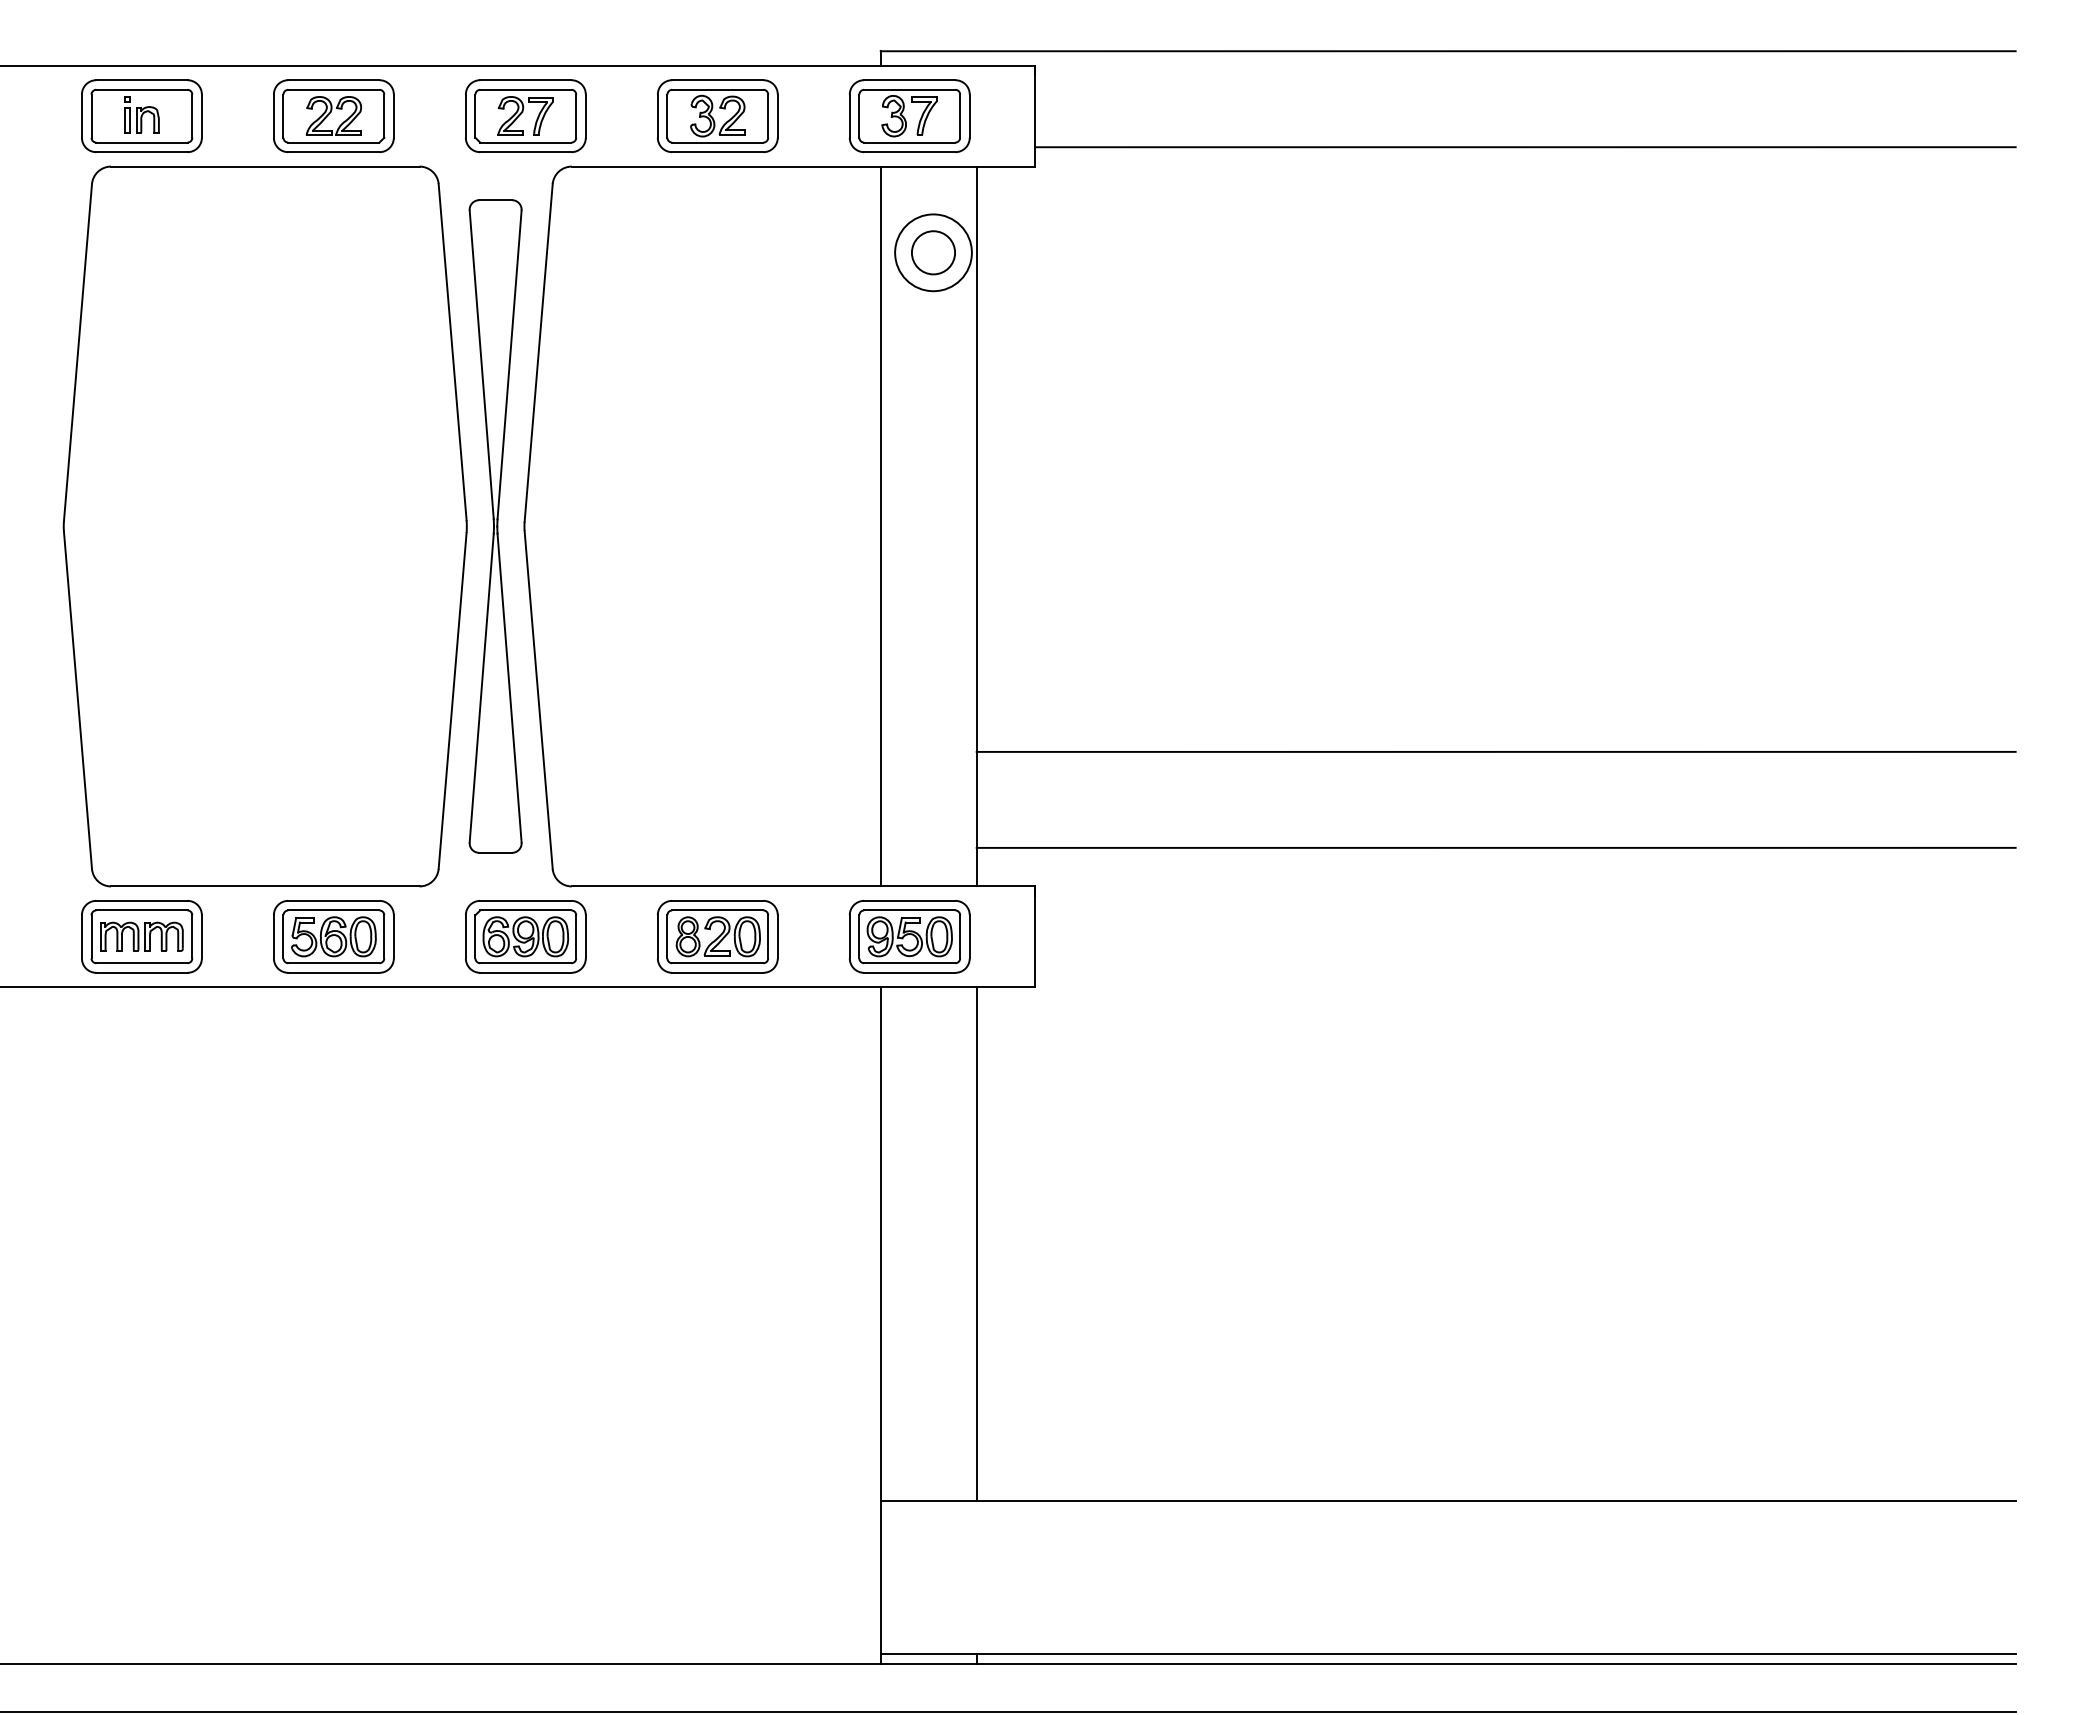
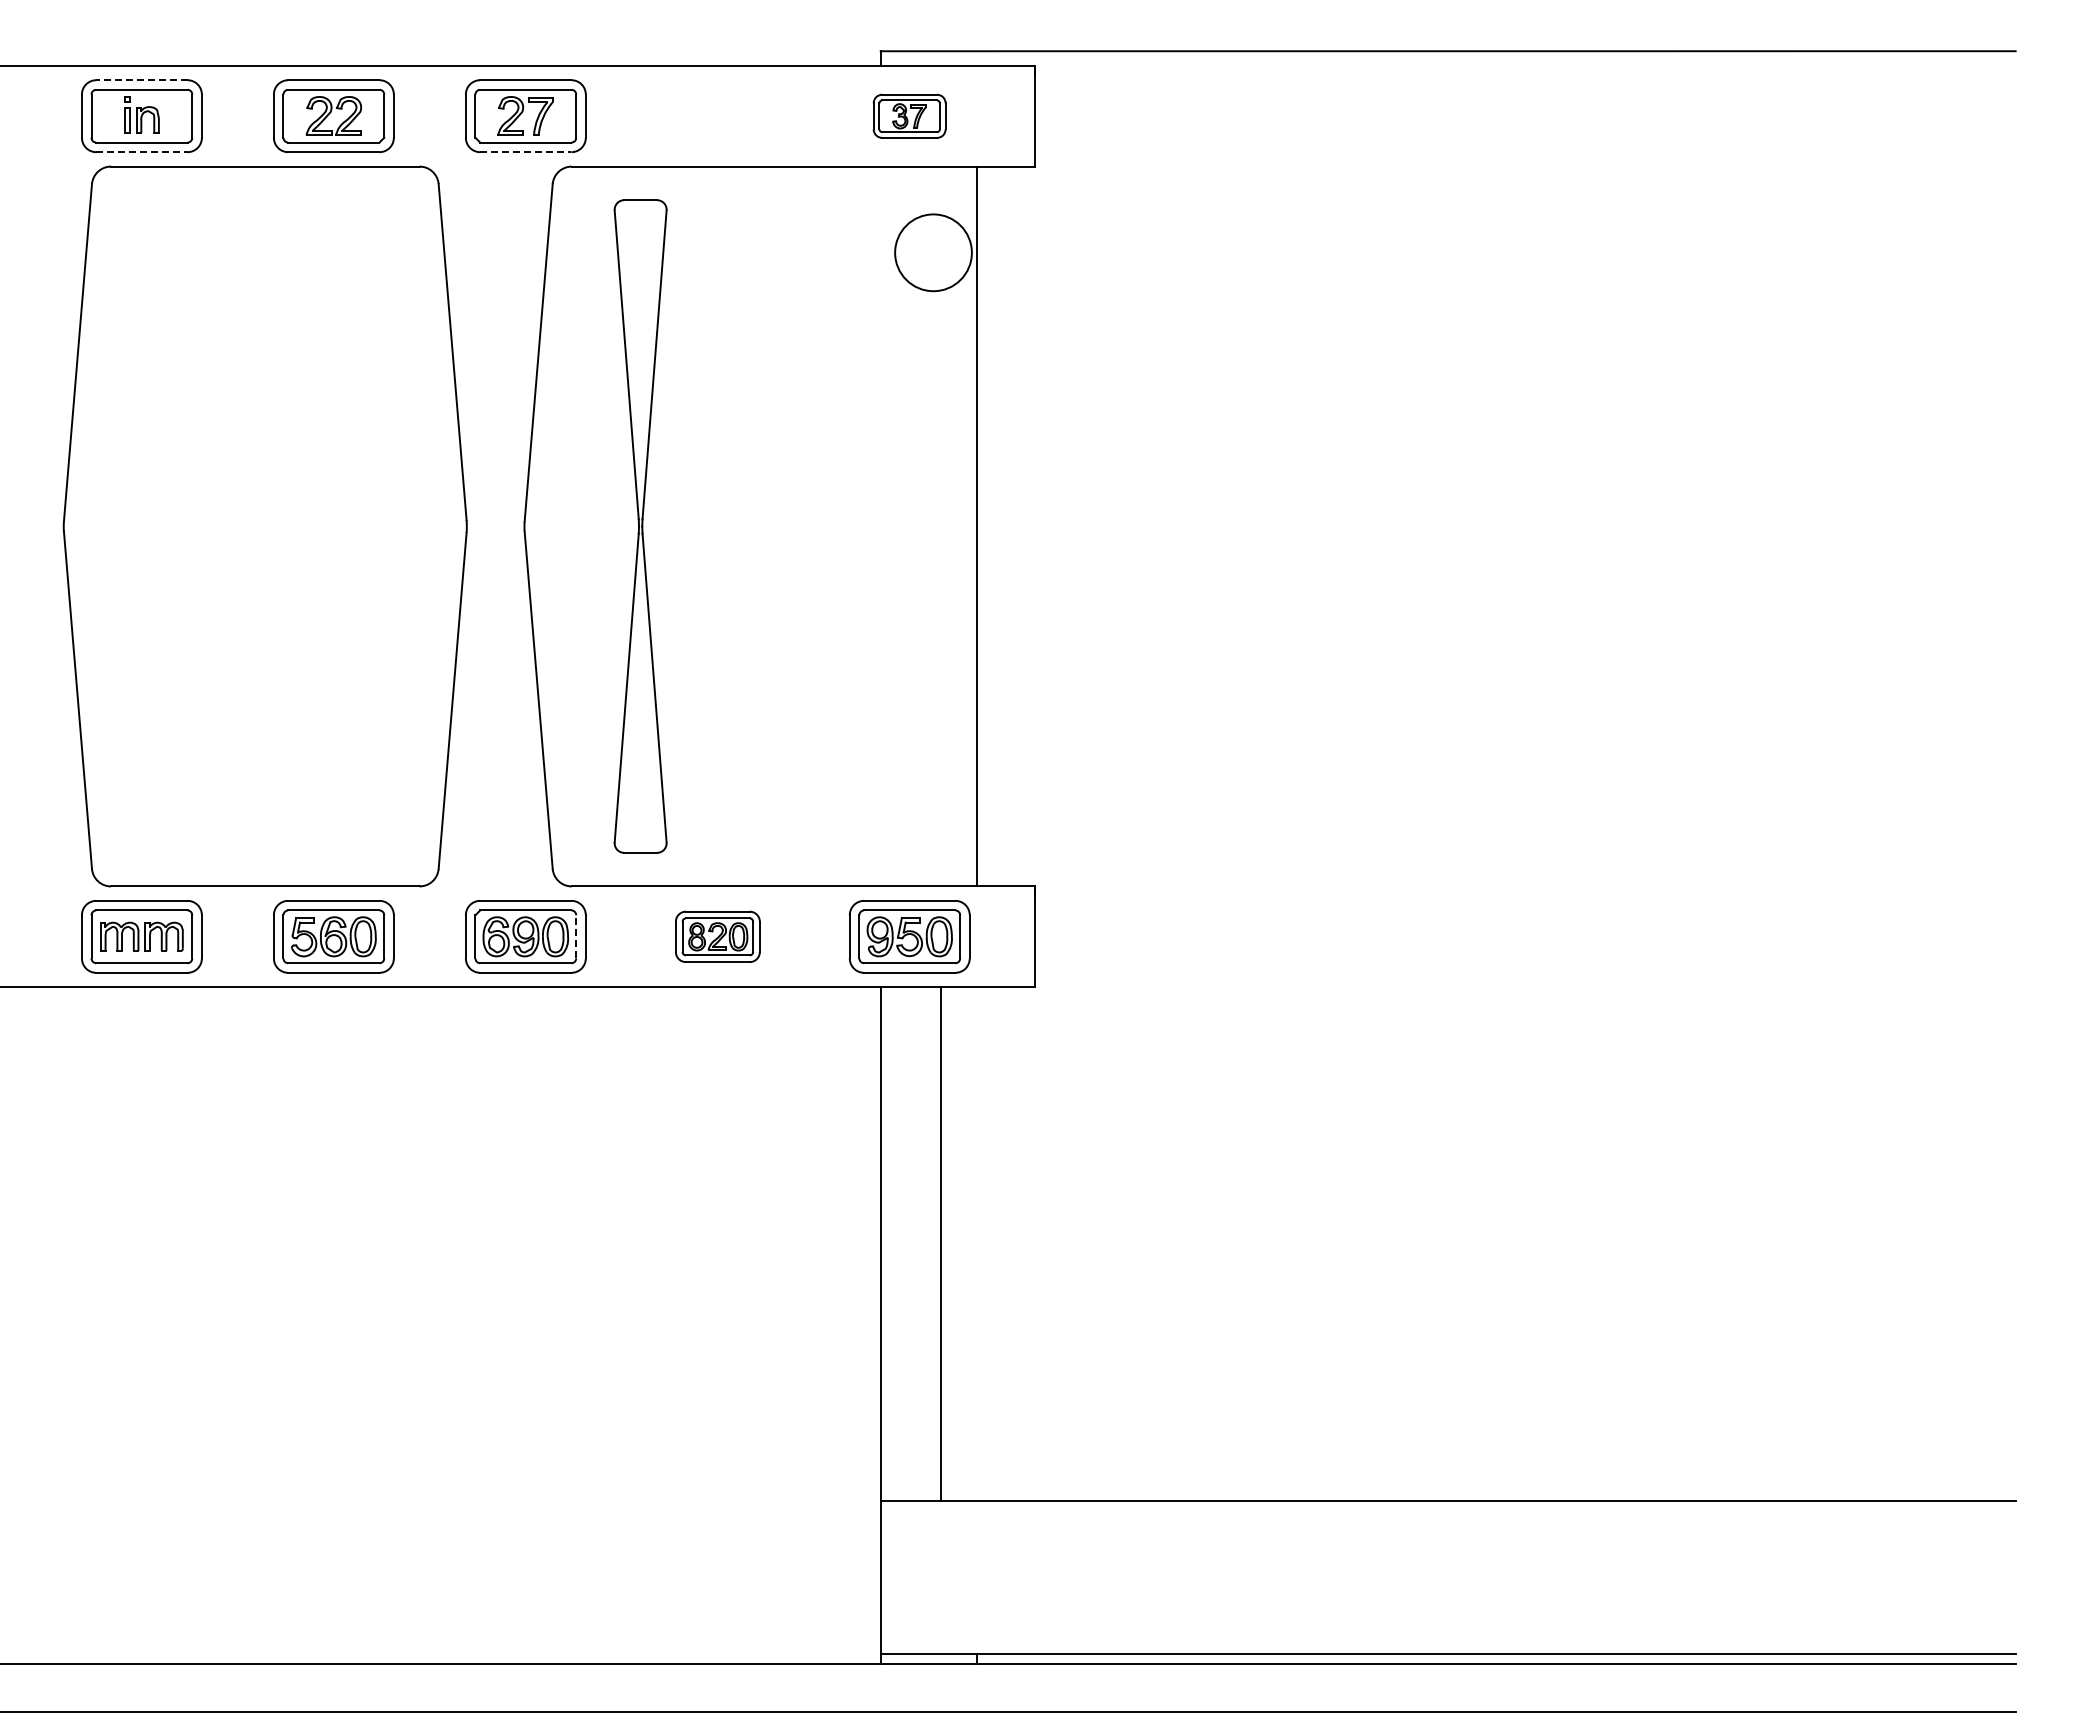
line at (141, 80): solid -> dashed
part at (717, 116): present -> none
part at (909, 116) size: 123x75 px -> 75x46 px
line at (1525, 147): present -> none
line at (141, 152): solid -> dashed
line at (525, 152): solid -> dashed
circle at (933, 252): present -> none
part at (495, 526) position: (495, 526) -> (640, 526)
line at (880, 526): present -> none
line at (1495, 751): present -> none
line at (1495, 847): present -> none
line at (576, 936): solid -> dashed
part at (717, 936) size: 122x74 px -> 86x53 px
line at (976, 1244) position: (976, 1244) -> (940, 1244)
